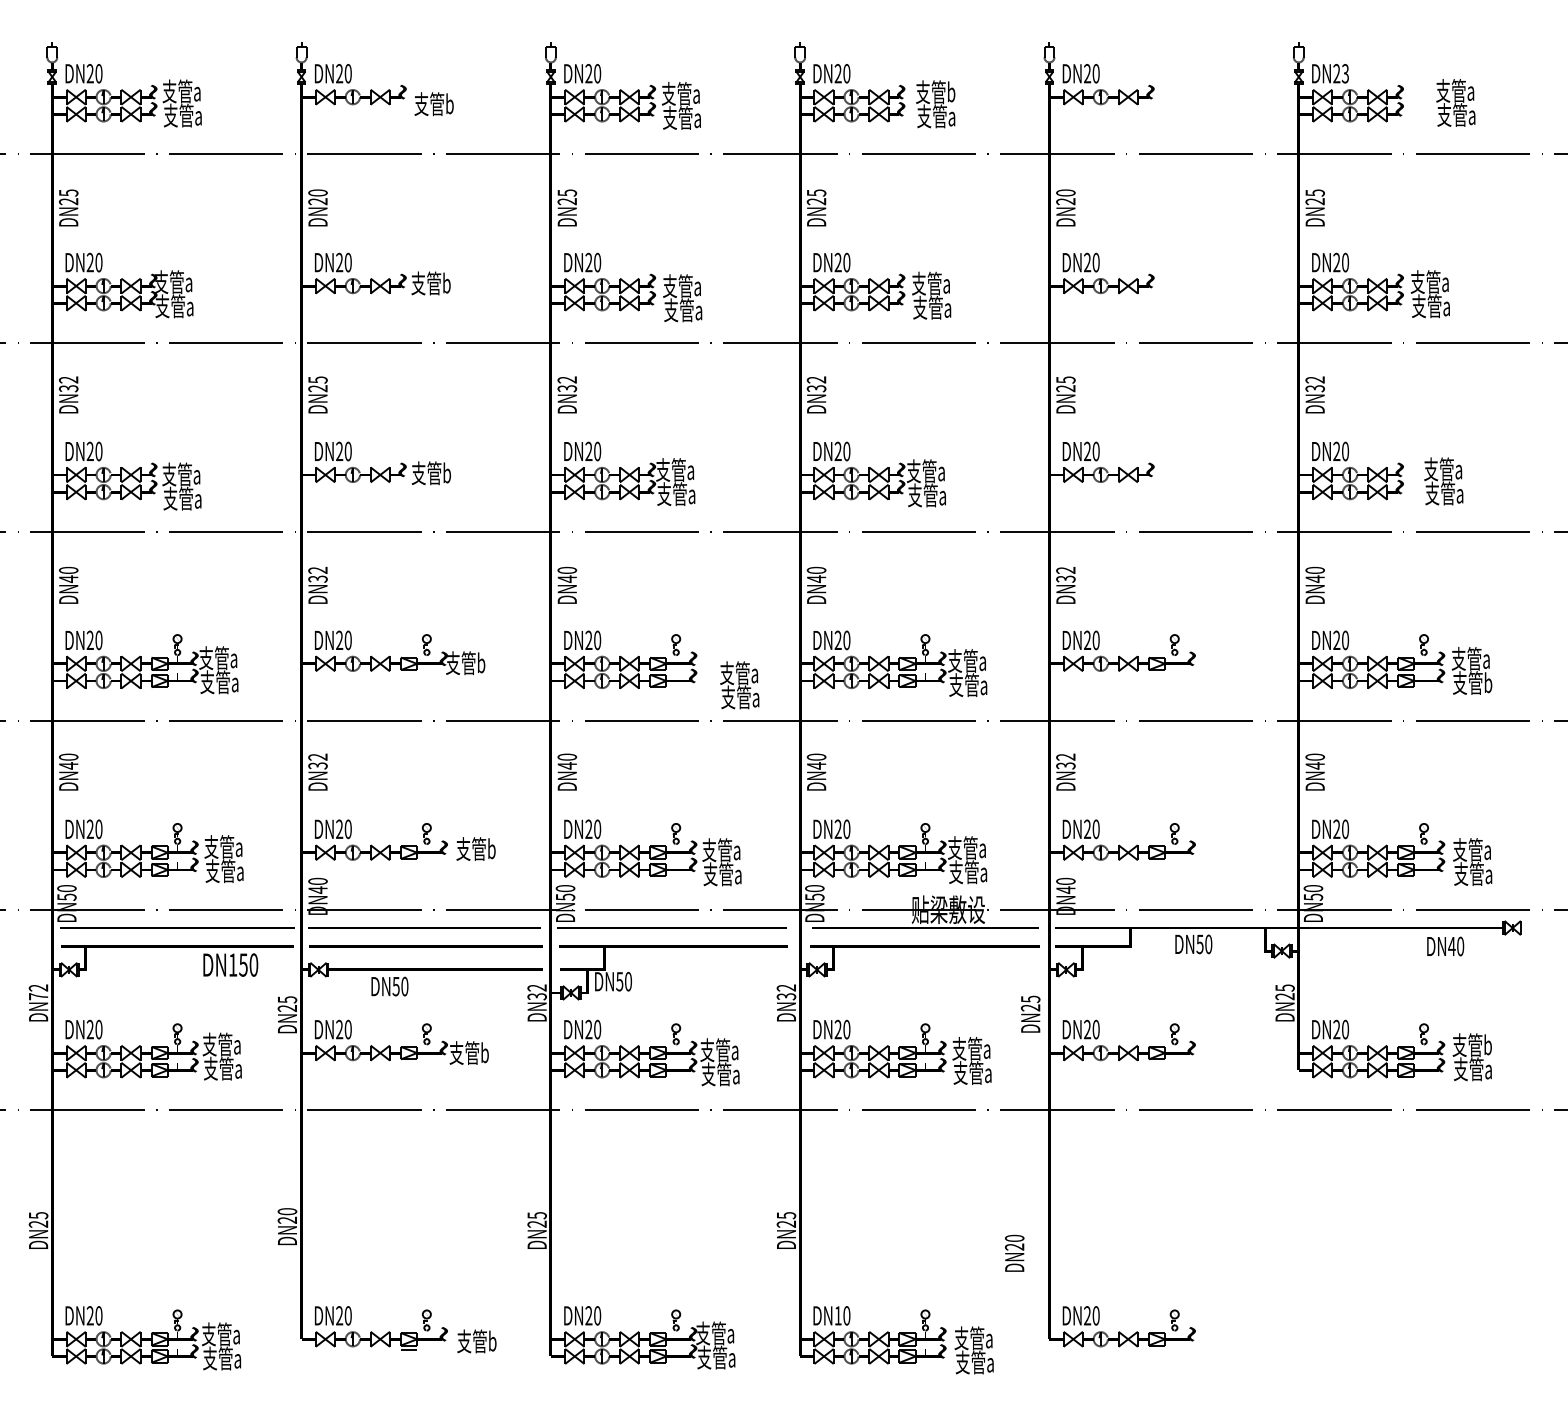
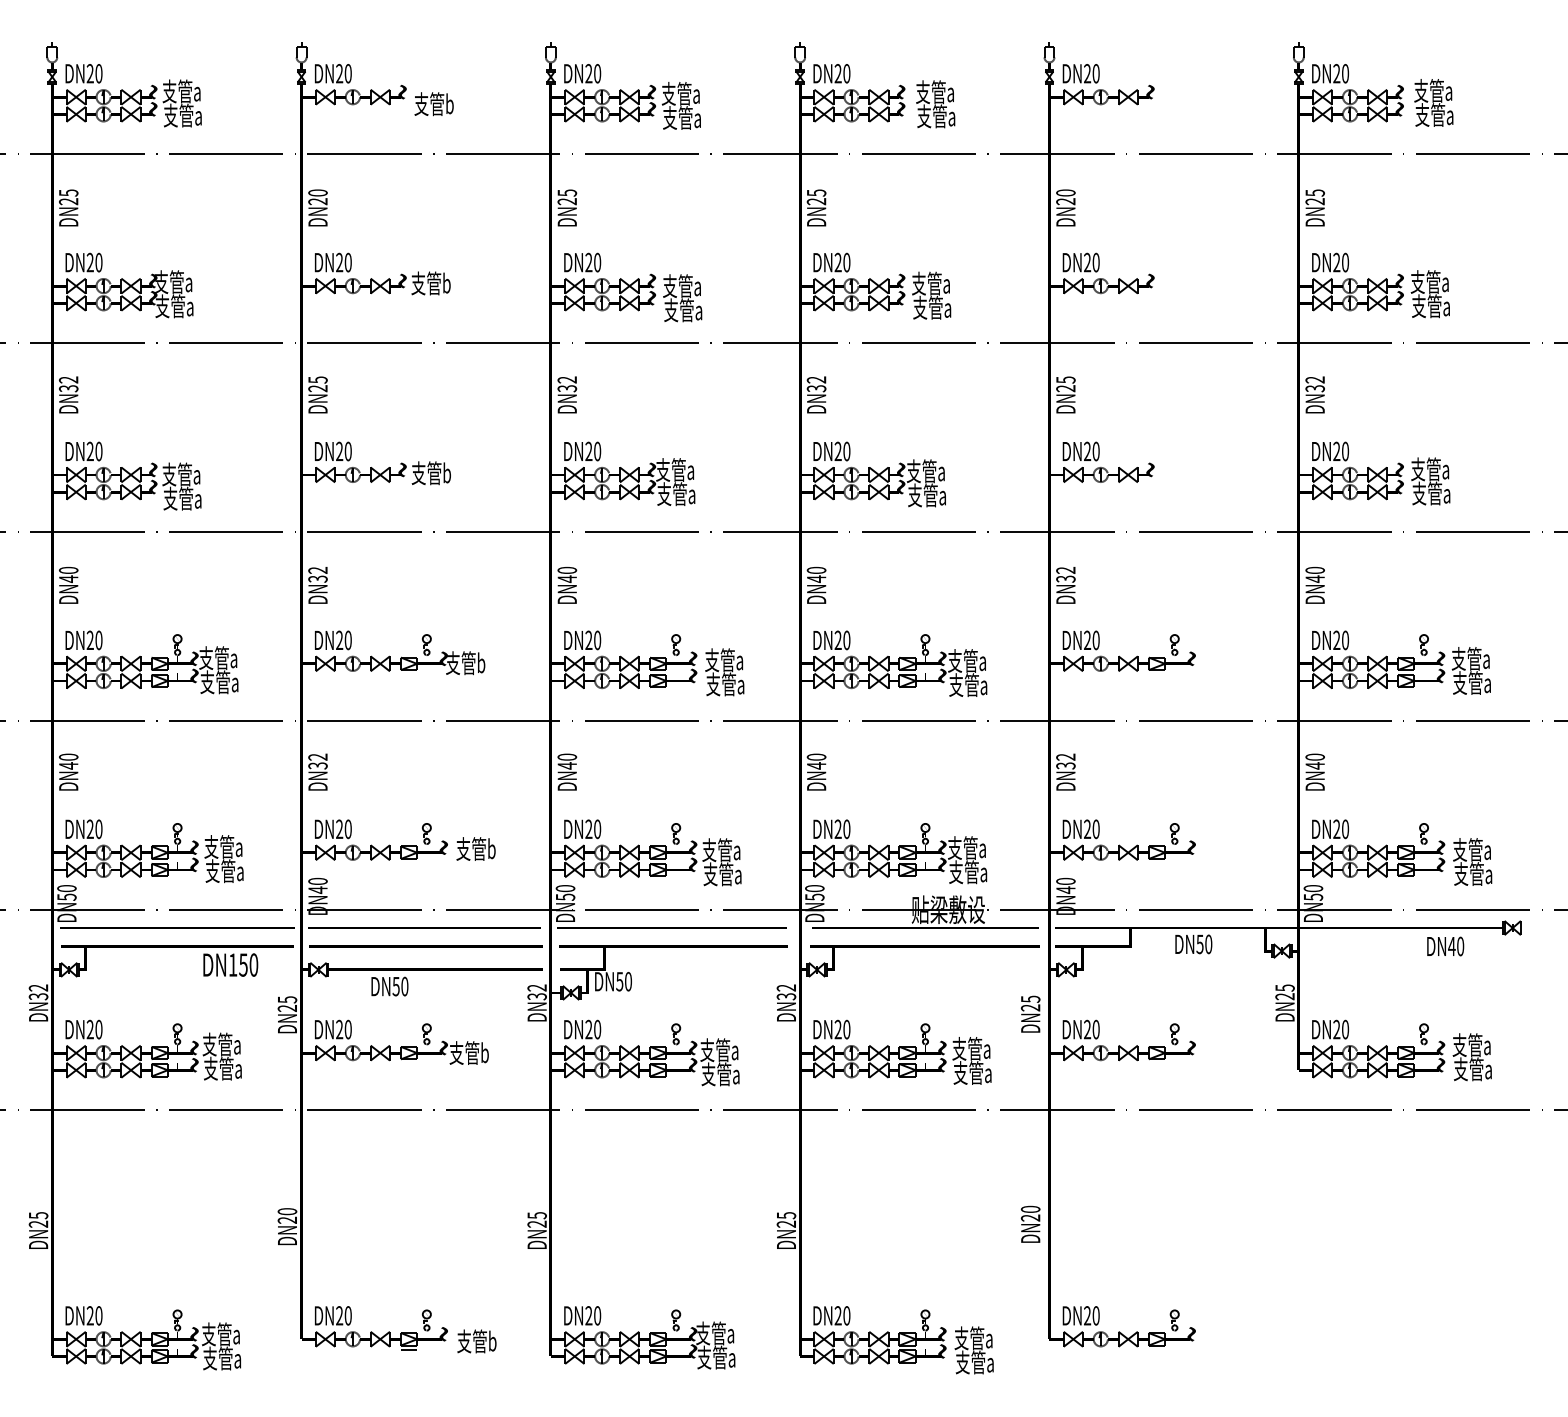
text at (1345, 73): DN23 -> DN20
text at (951, 91): 支管b -> 支管a
text at (1455, 102) position: (1455, 102) -> (1433, 102)
text at (1443, 481) position: (1443, 481) -> (1430, 481)
text at (1488, 682): 支管b -> 支管a
text at (739, 685) position: (739, 685) -> (724, 672)
text at (38, 996): DN72 -> DN32
text at (1487, 1044): 支管b -> 支管a
text at (1014, 1252) position: (1014, 1252) -> (1030, 1223)
text at (837, 1315): DN10 -> DN20
